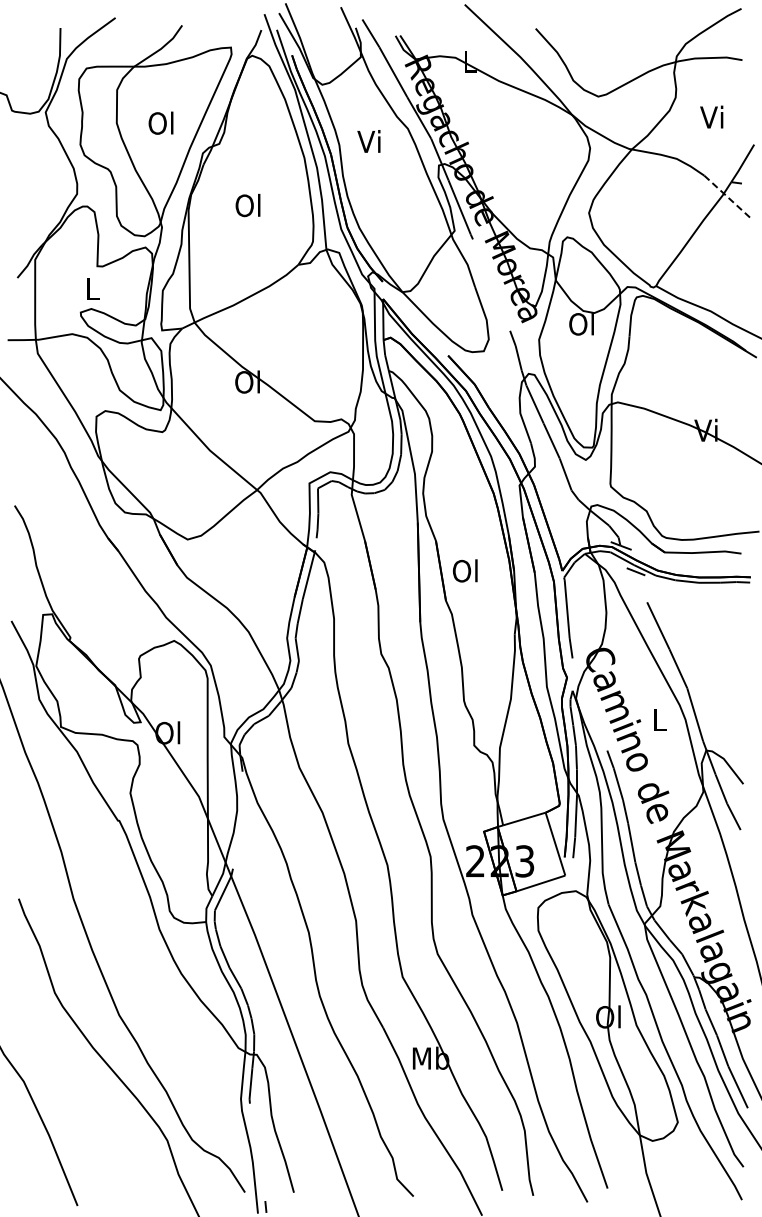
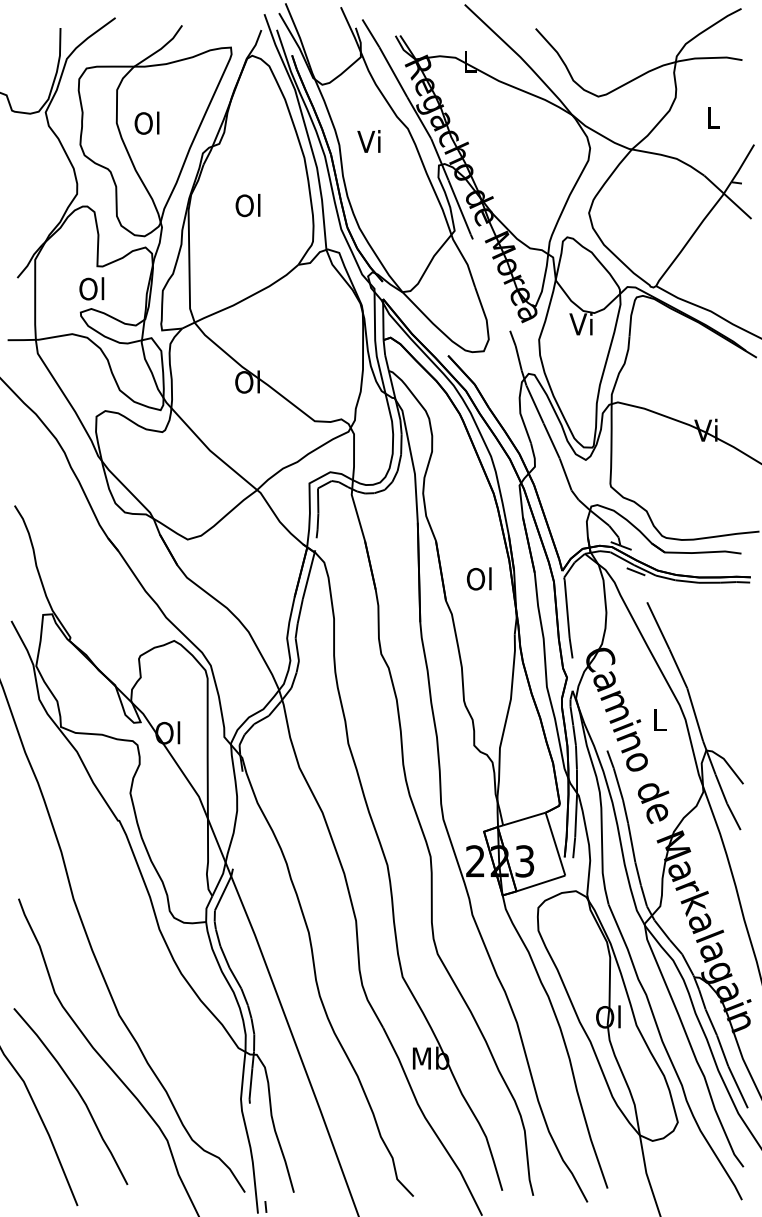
text at (711, 116): Vi -> L
text at (160, 122) position: (160, 122) -> (146, 122)
line at (728, 197): dashed -> solid
text at (91, 288): L -> Ol
text at (581, 324): Ol -> Vi
text at (465, 570) position: (465, 570) -> (479, 578)
curve at (76, 1091): none -> present
